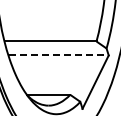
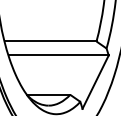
line at (59, 55): dashed -> solid
